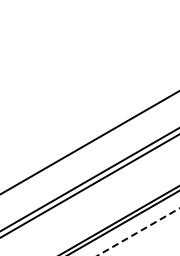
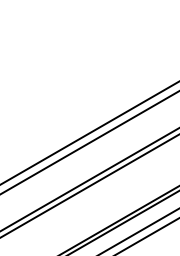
line at (89, 133): none -> present
line at (138, 232): dashed -> solid
line at (147, 235): none -> present
